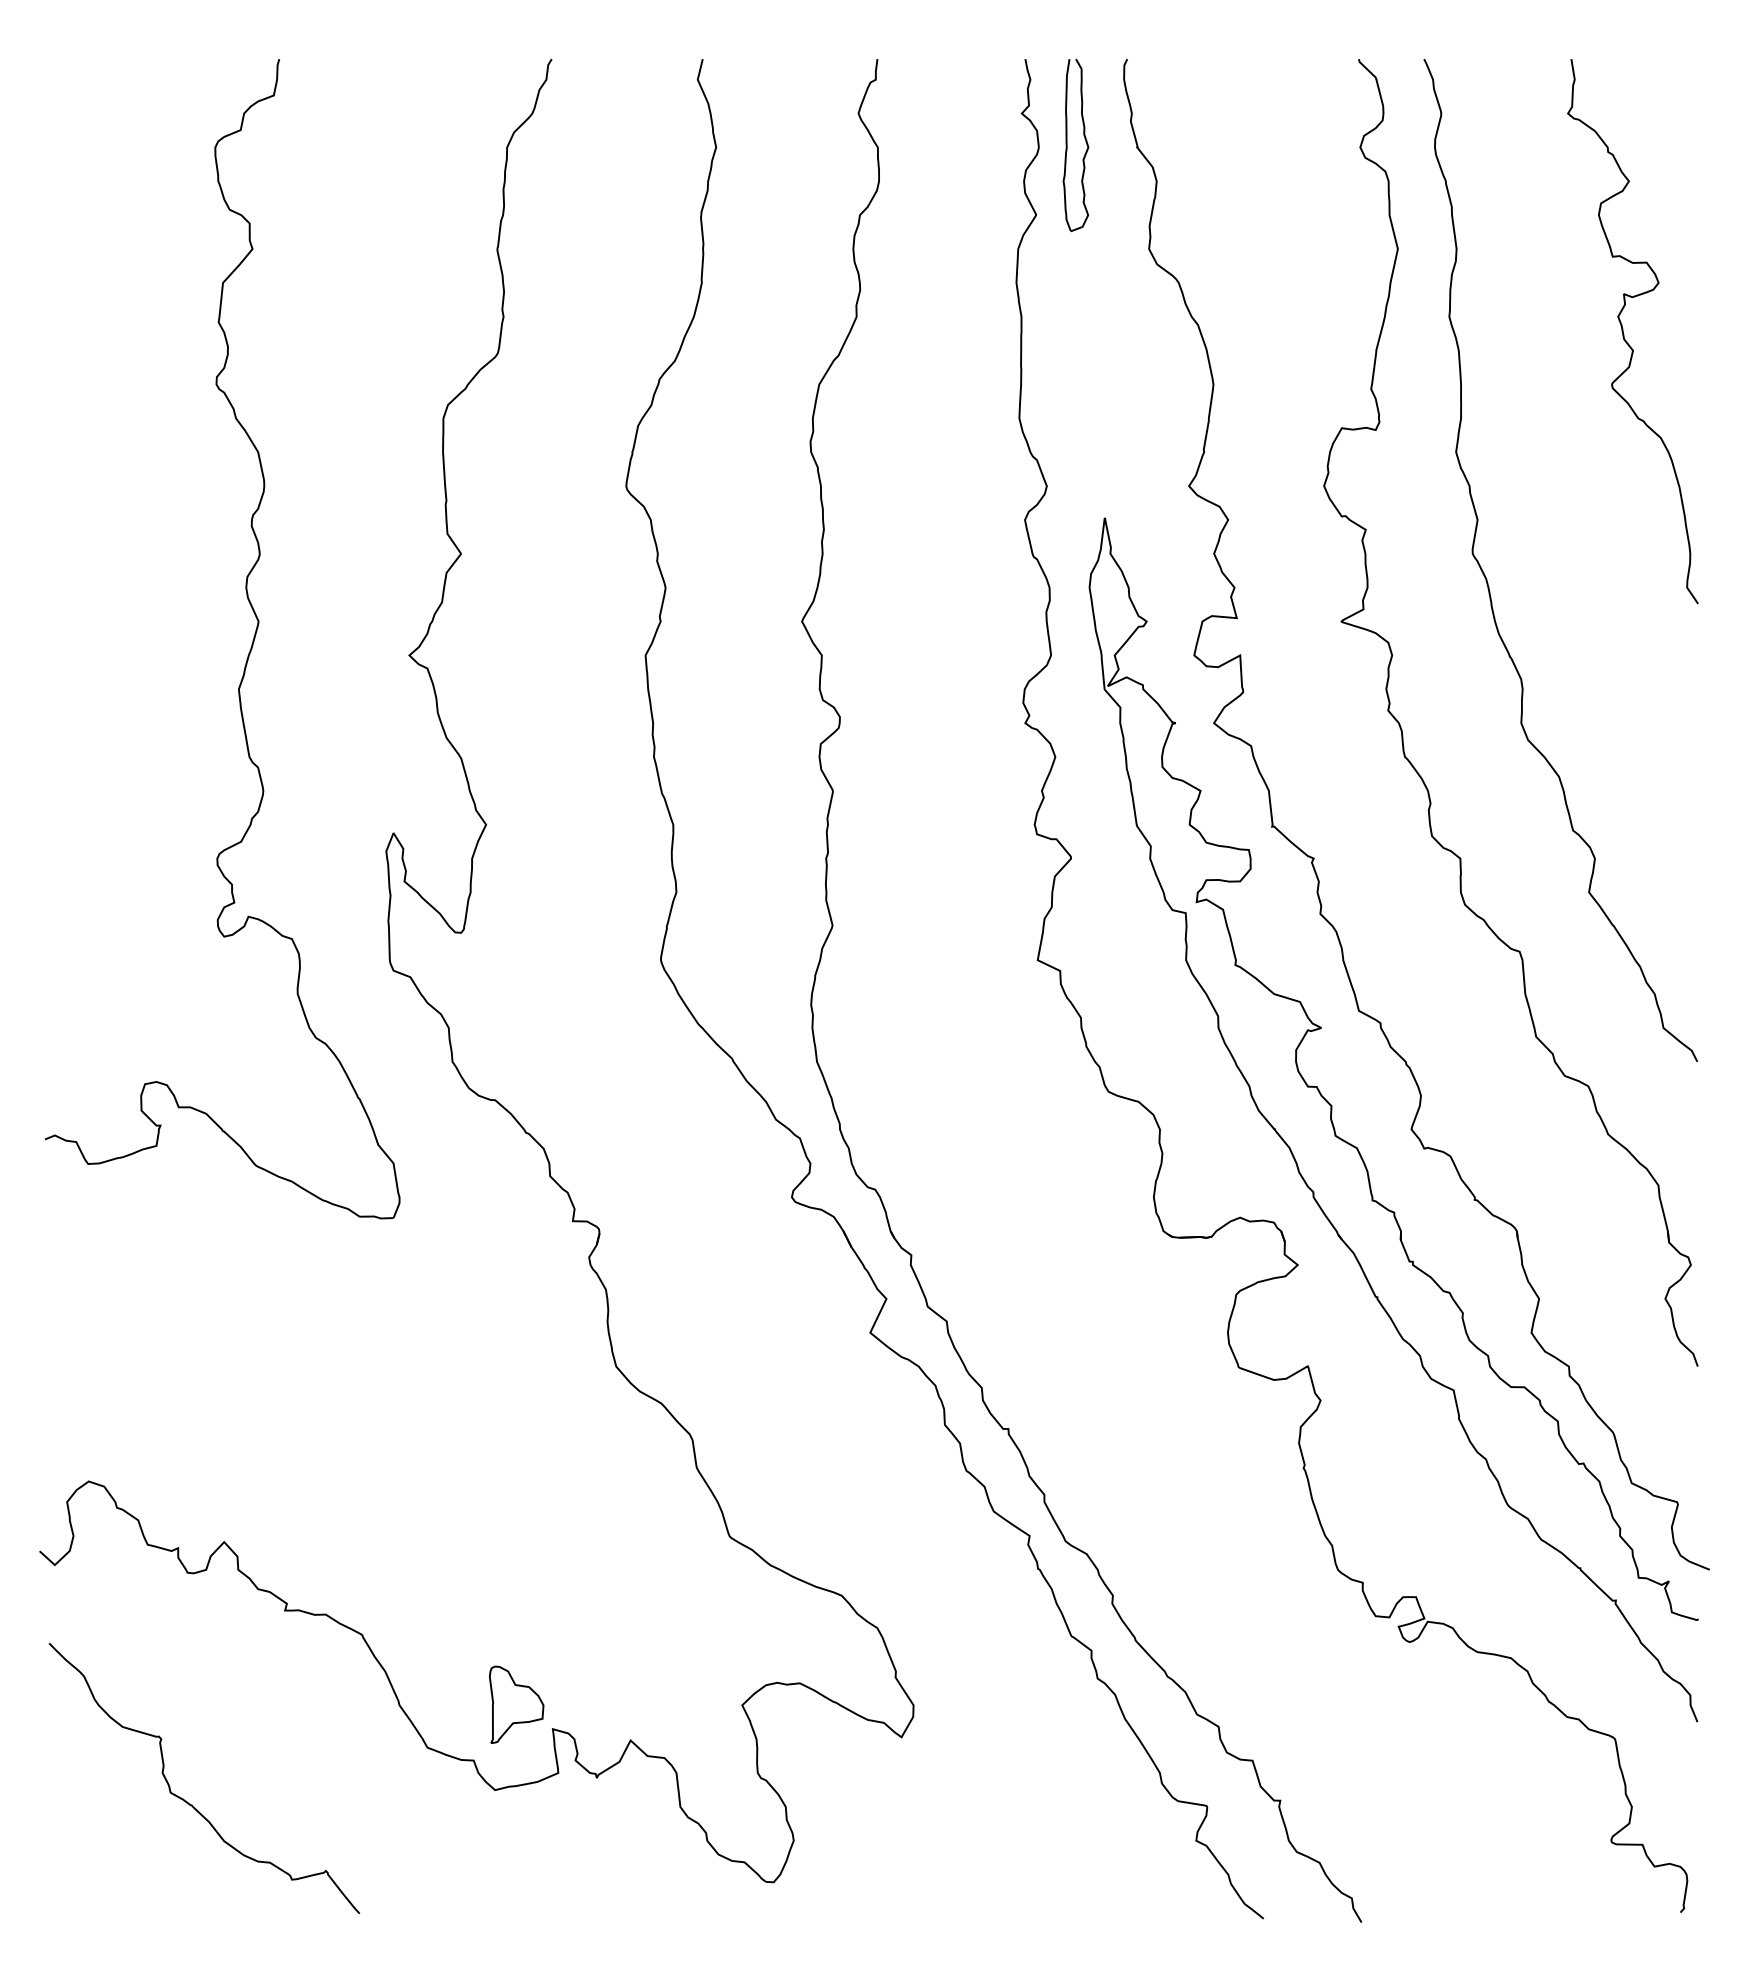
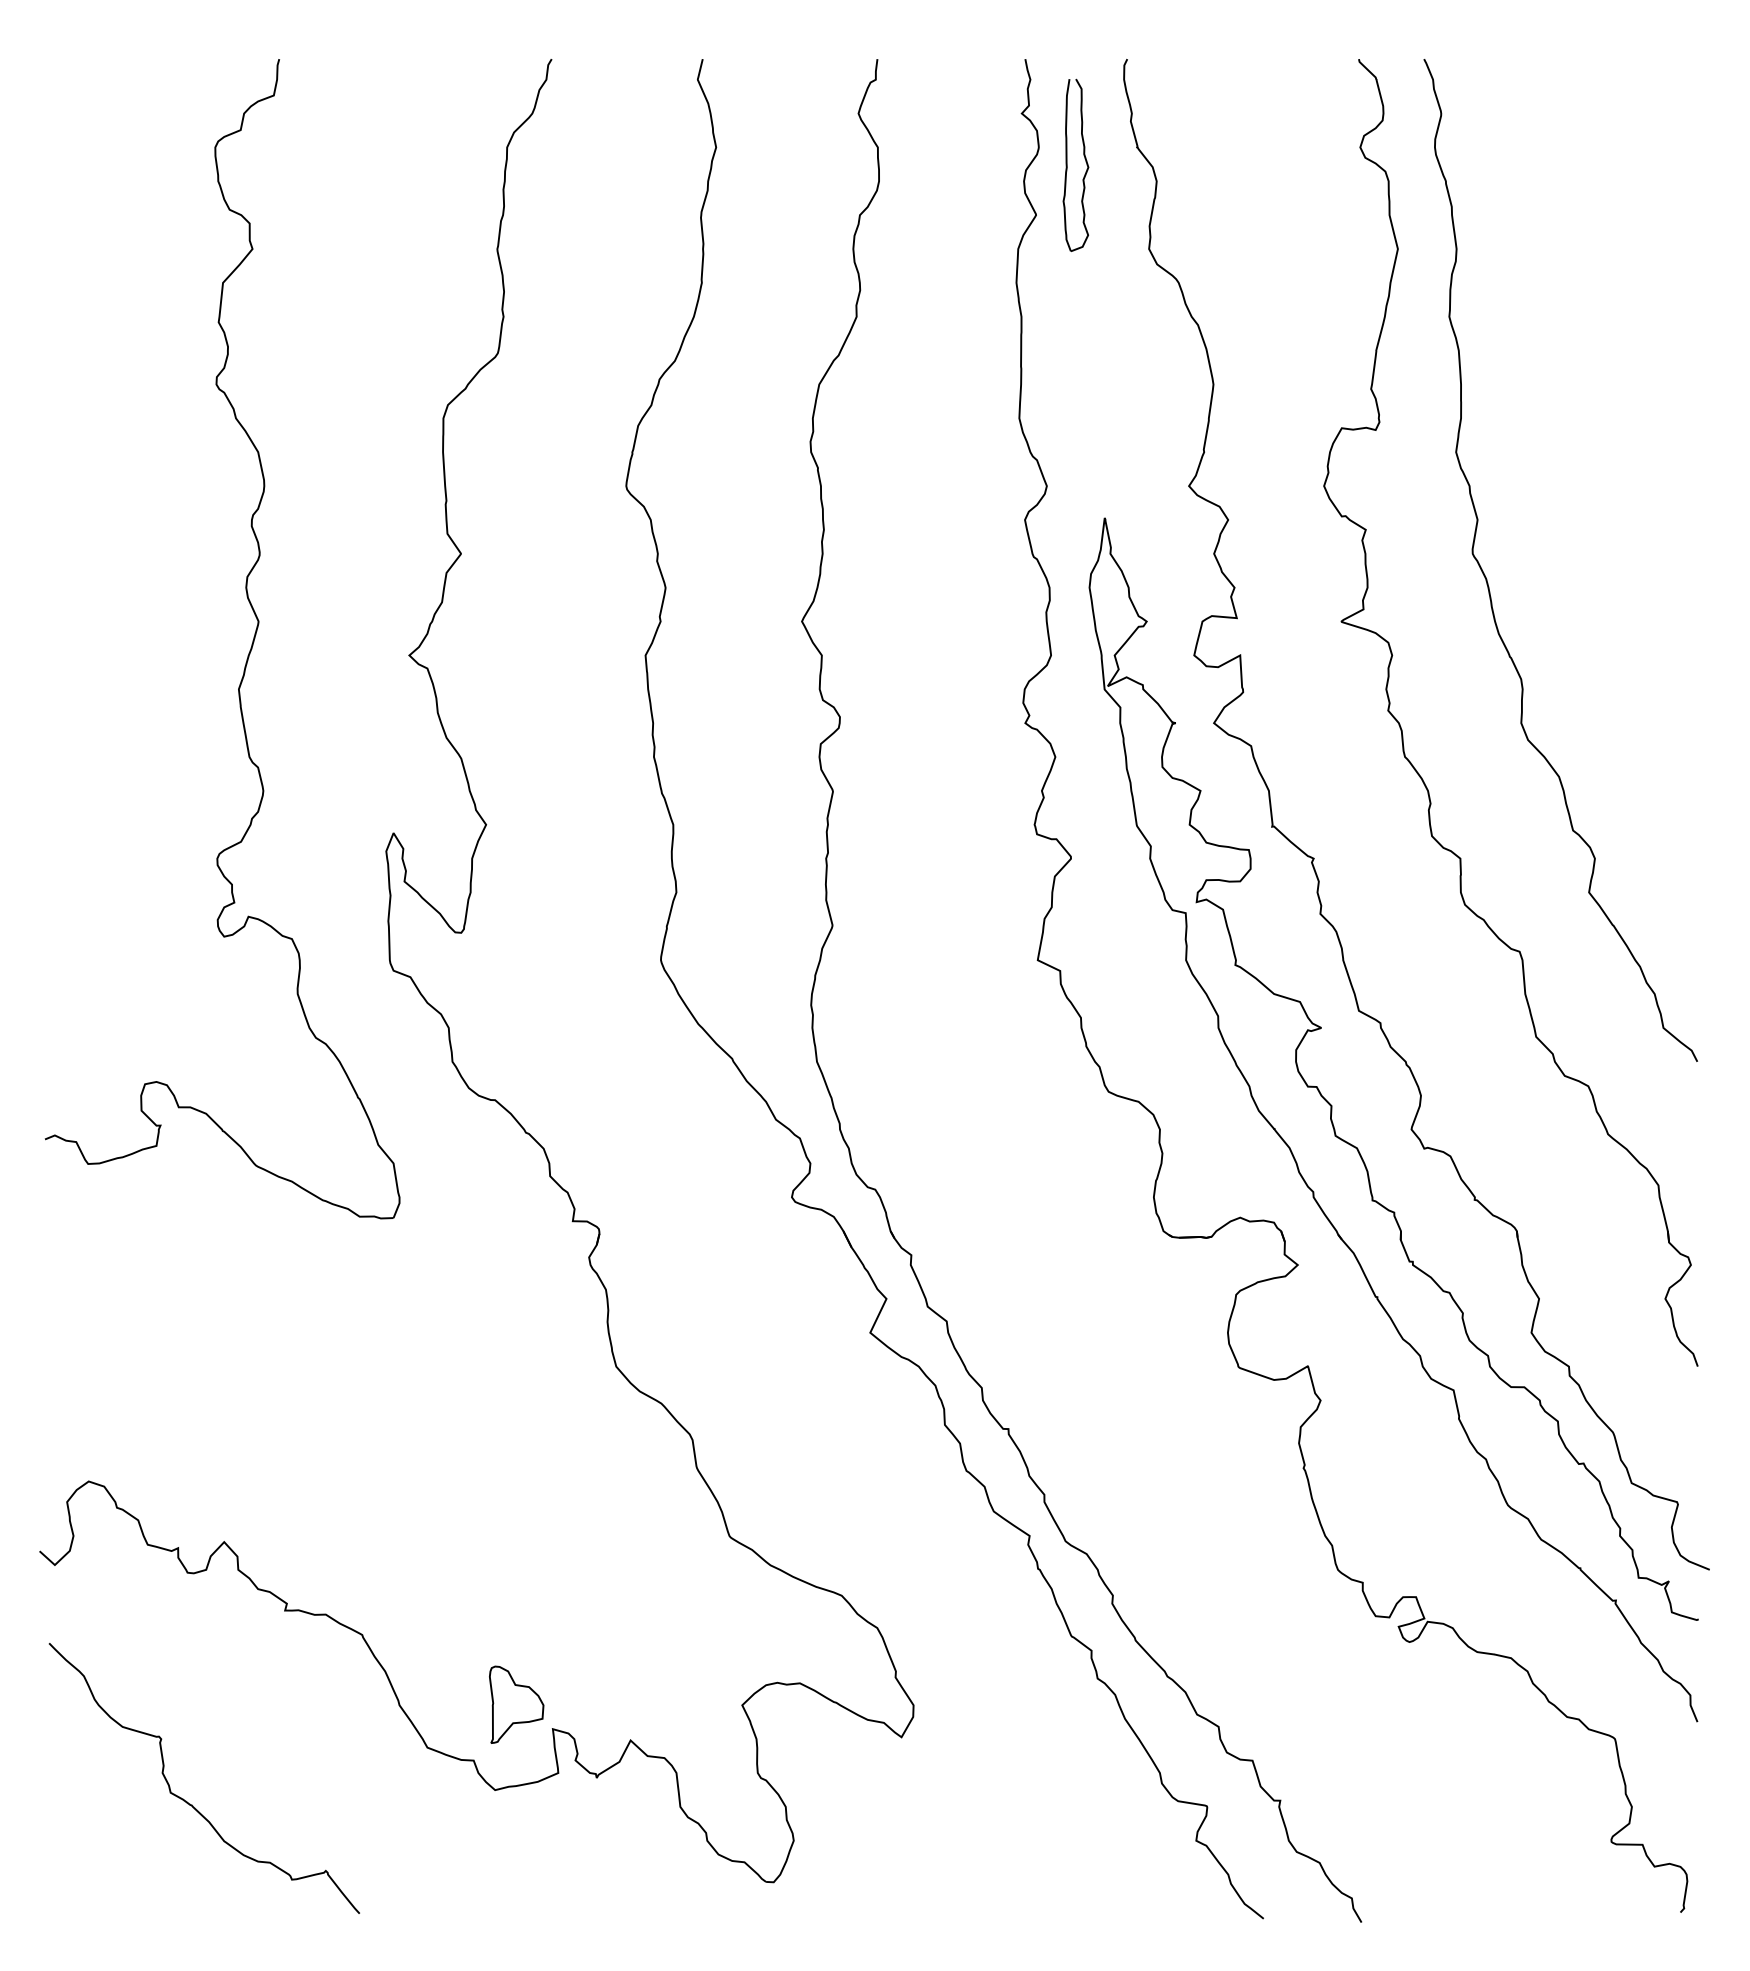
part at (1067, 144) position: (1067, 144) -> (1067, 164)
curve at (1624, 334): present -> none
